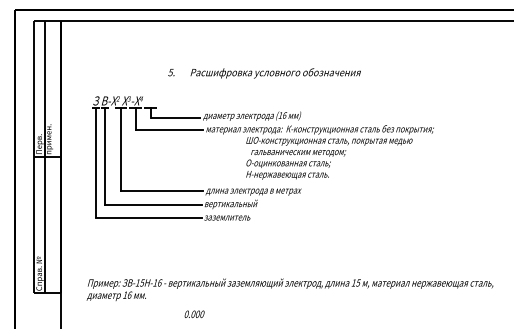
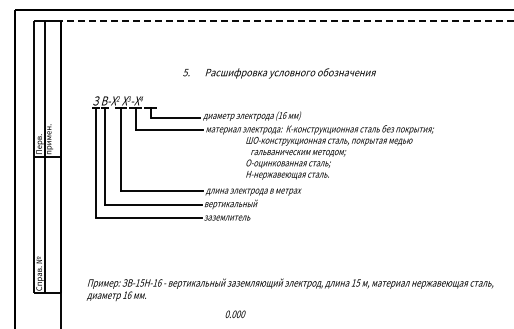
line at (286, 21): solid -> dashed
text at (264, 73) position: (264, 73) -> (279, 73)
text at (194, 313) position: (194, 313) -> (235, 313)
